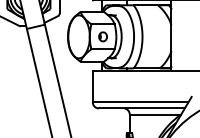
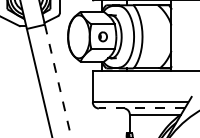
line at (58, 81): solid -> dashed
line at (141, 108): solid -> dashed
